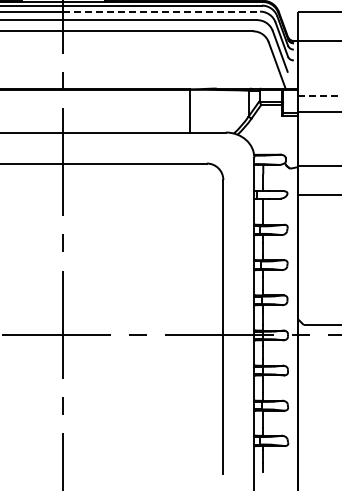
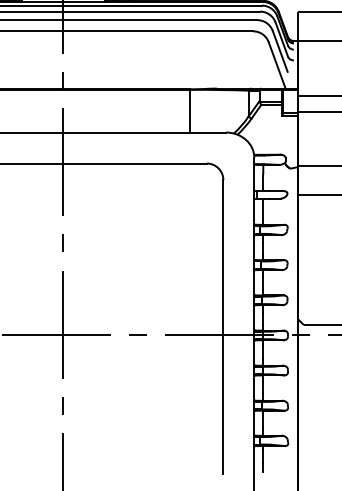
line at (162, 11): dashed -> solid
line at (319, 95): dashed -> solid
